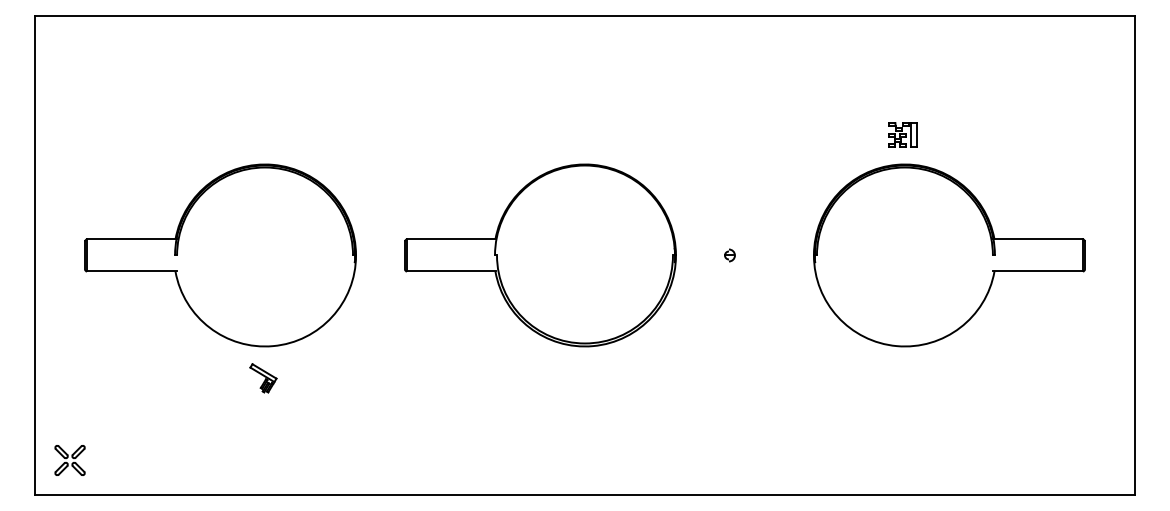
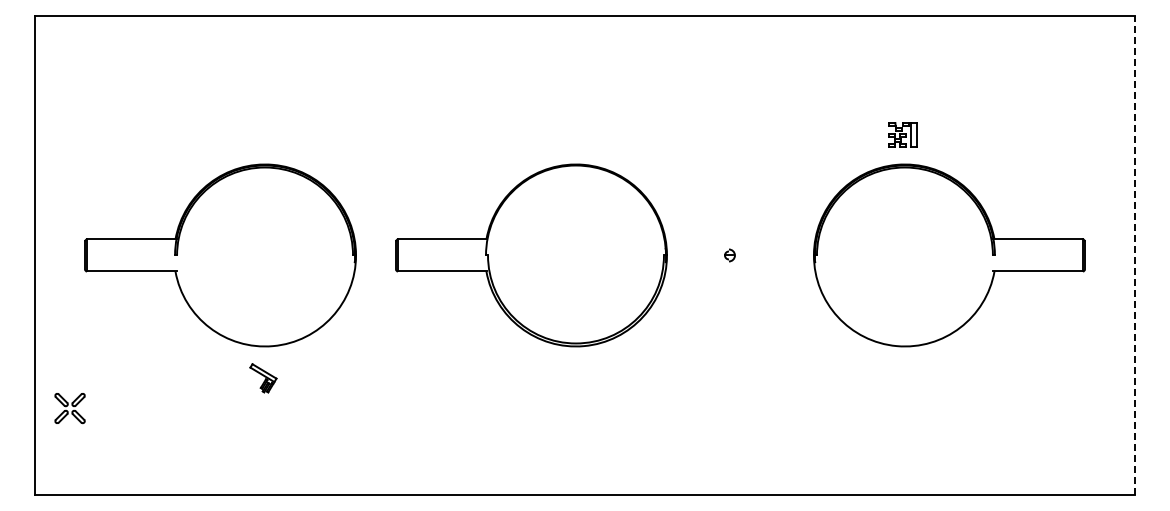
part at (540, 255) position: (540, 255) -> (531, 255)
line at (1134, 255): solid -> dashed
part at (69, 460) position: (69, 460) -> (69, 408)
